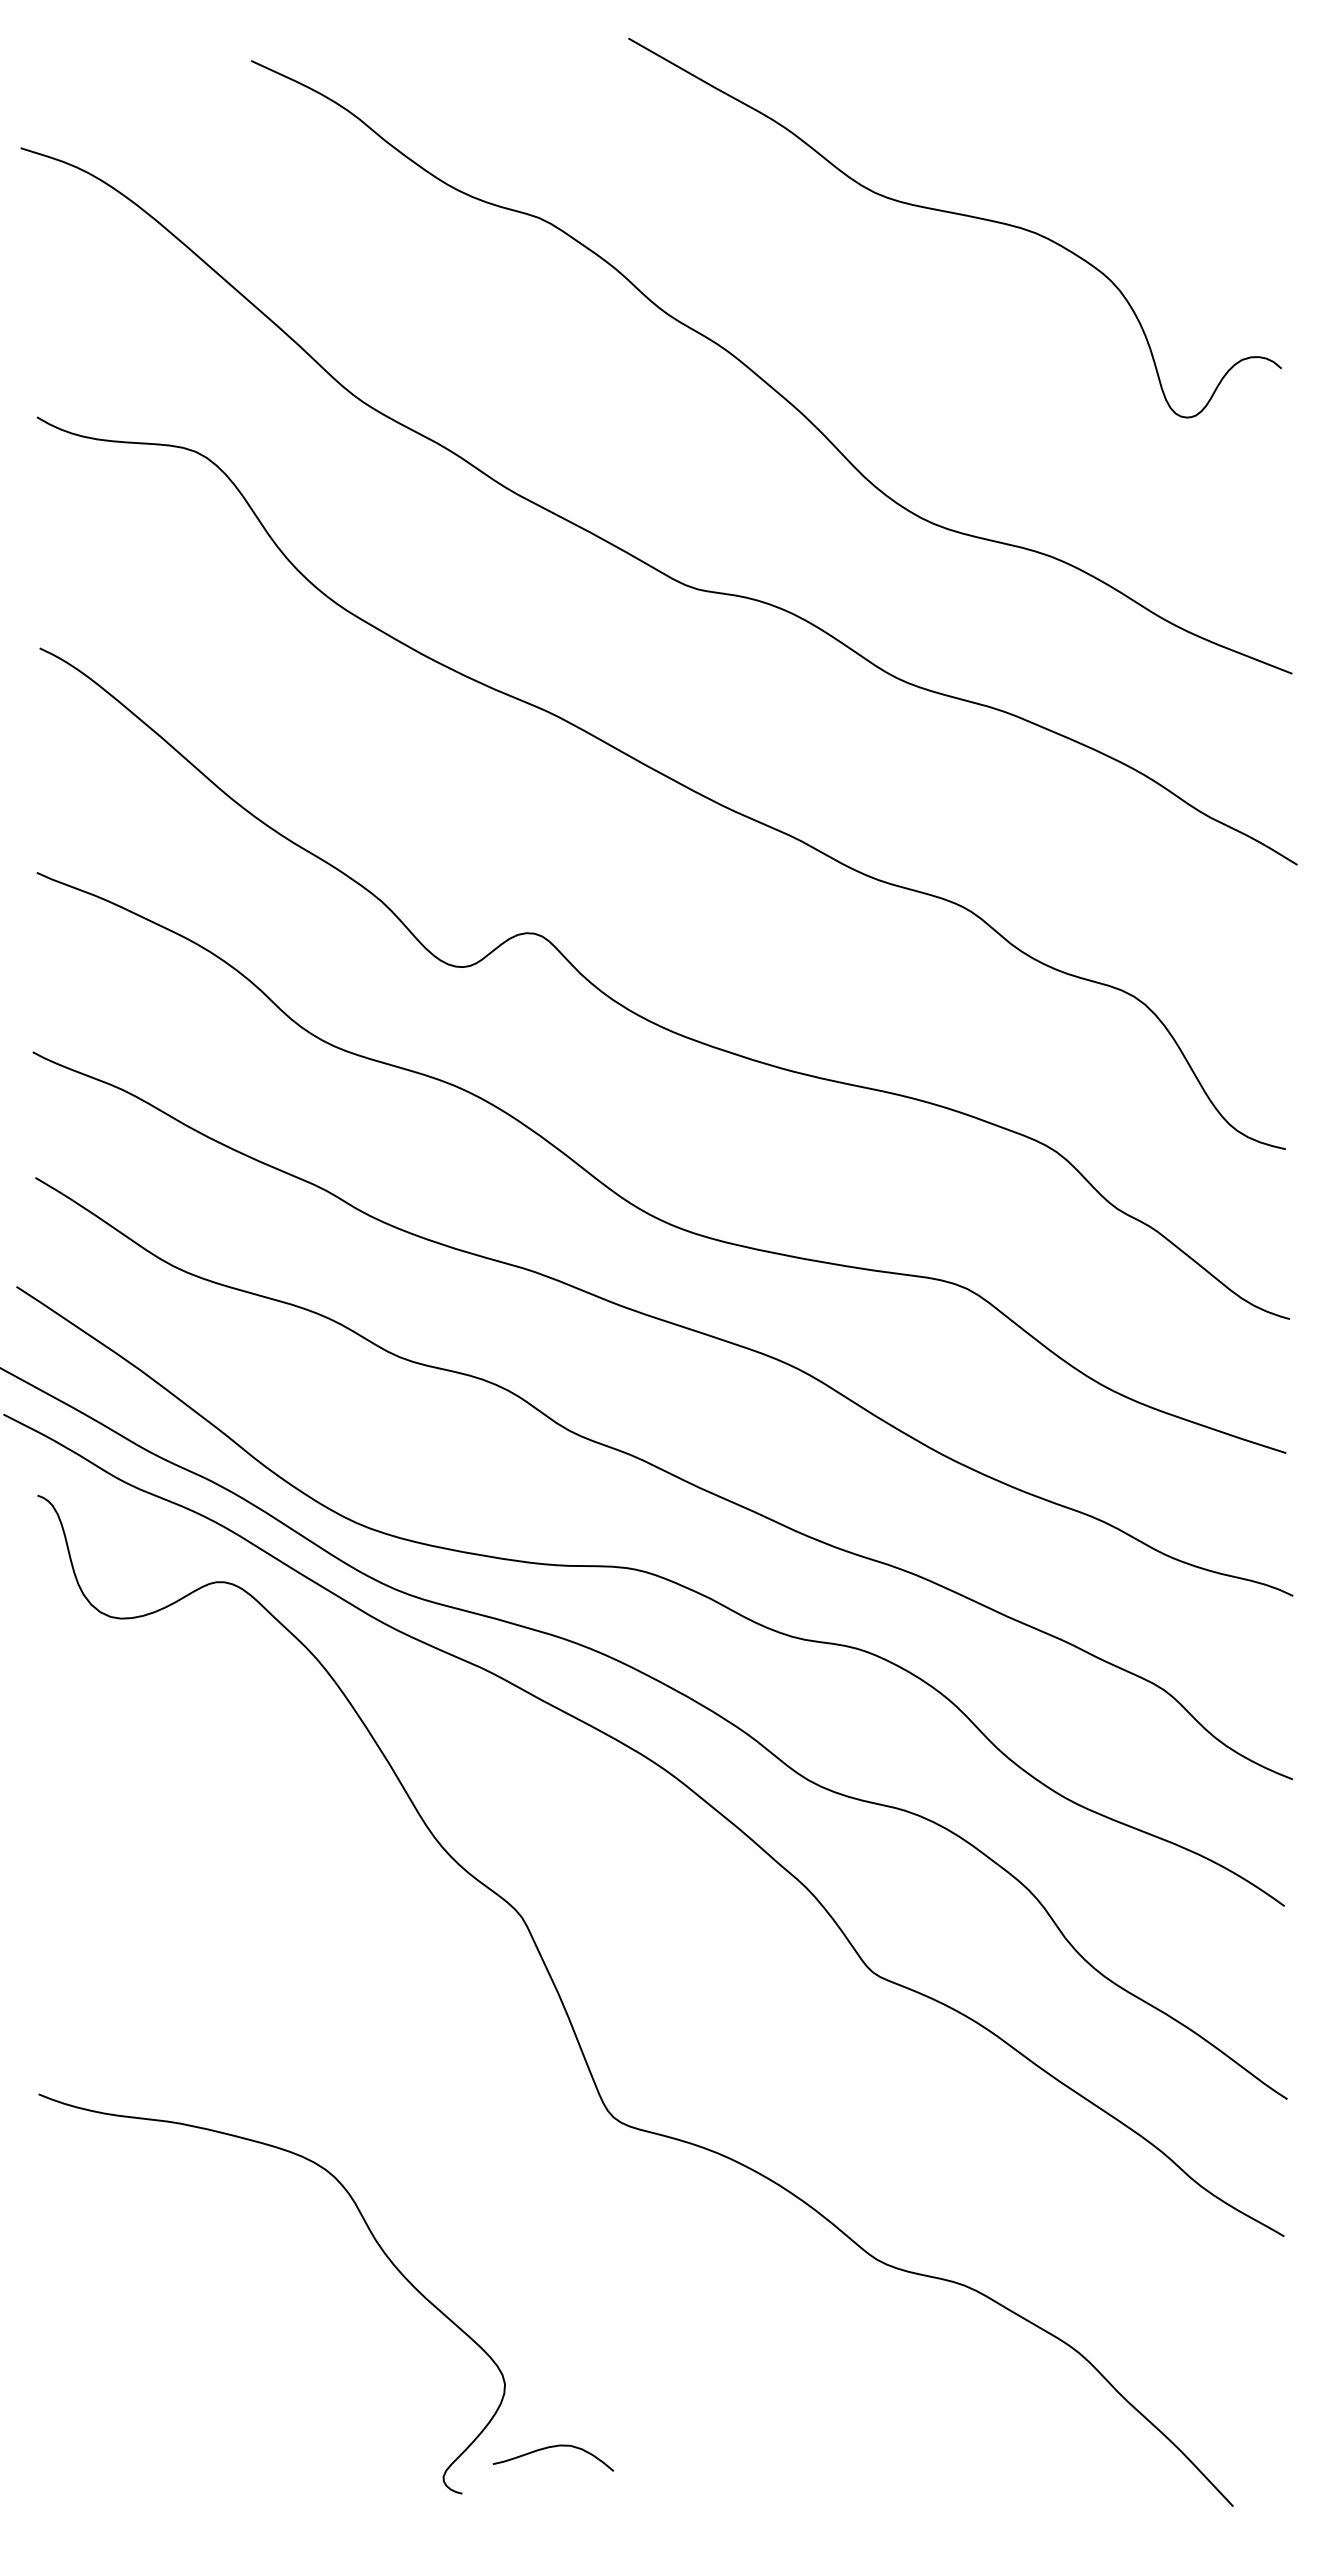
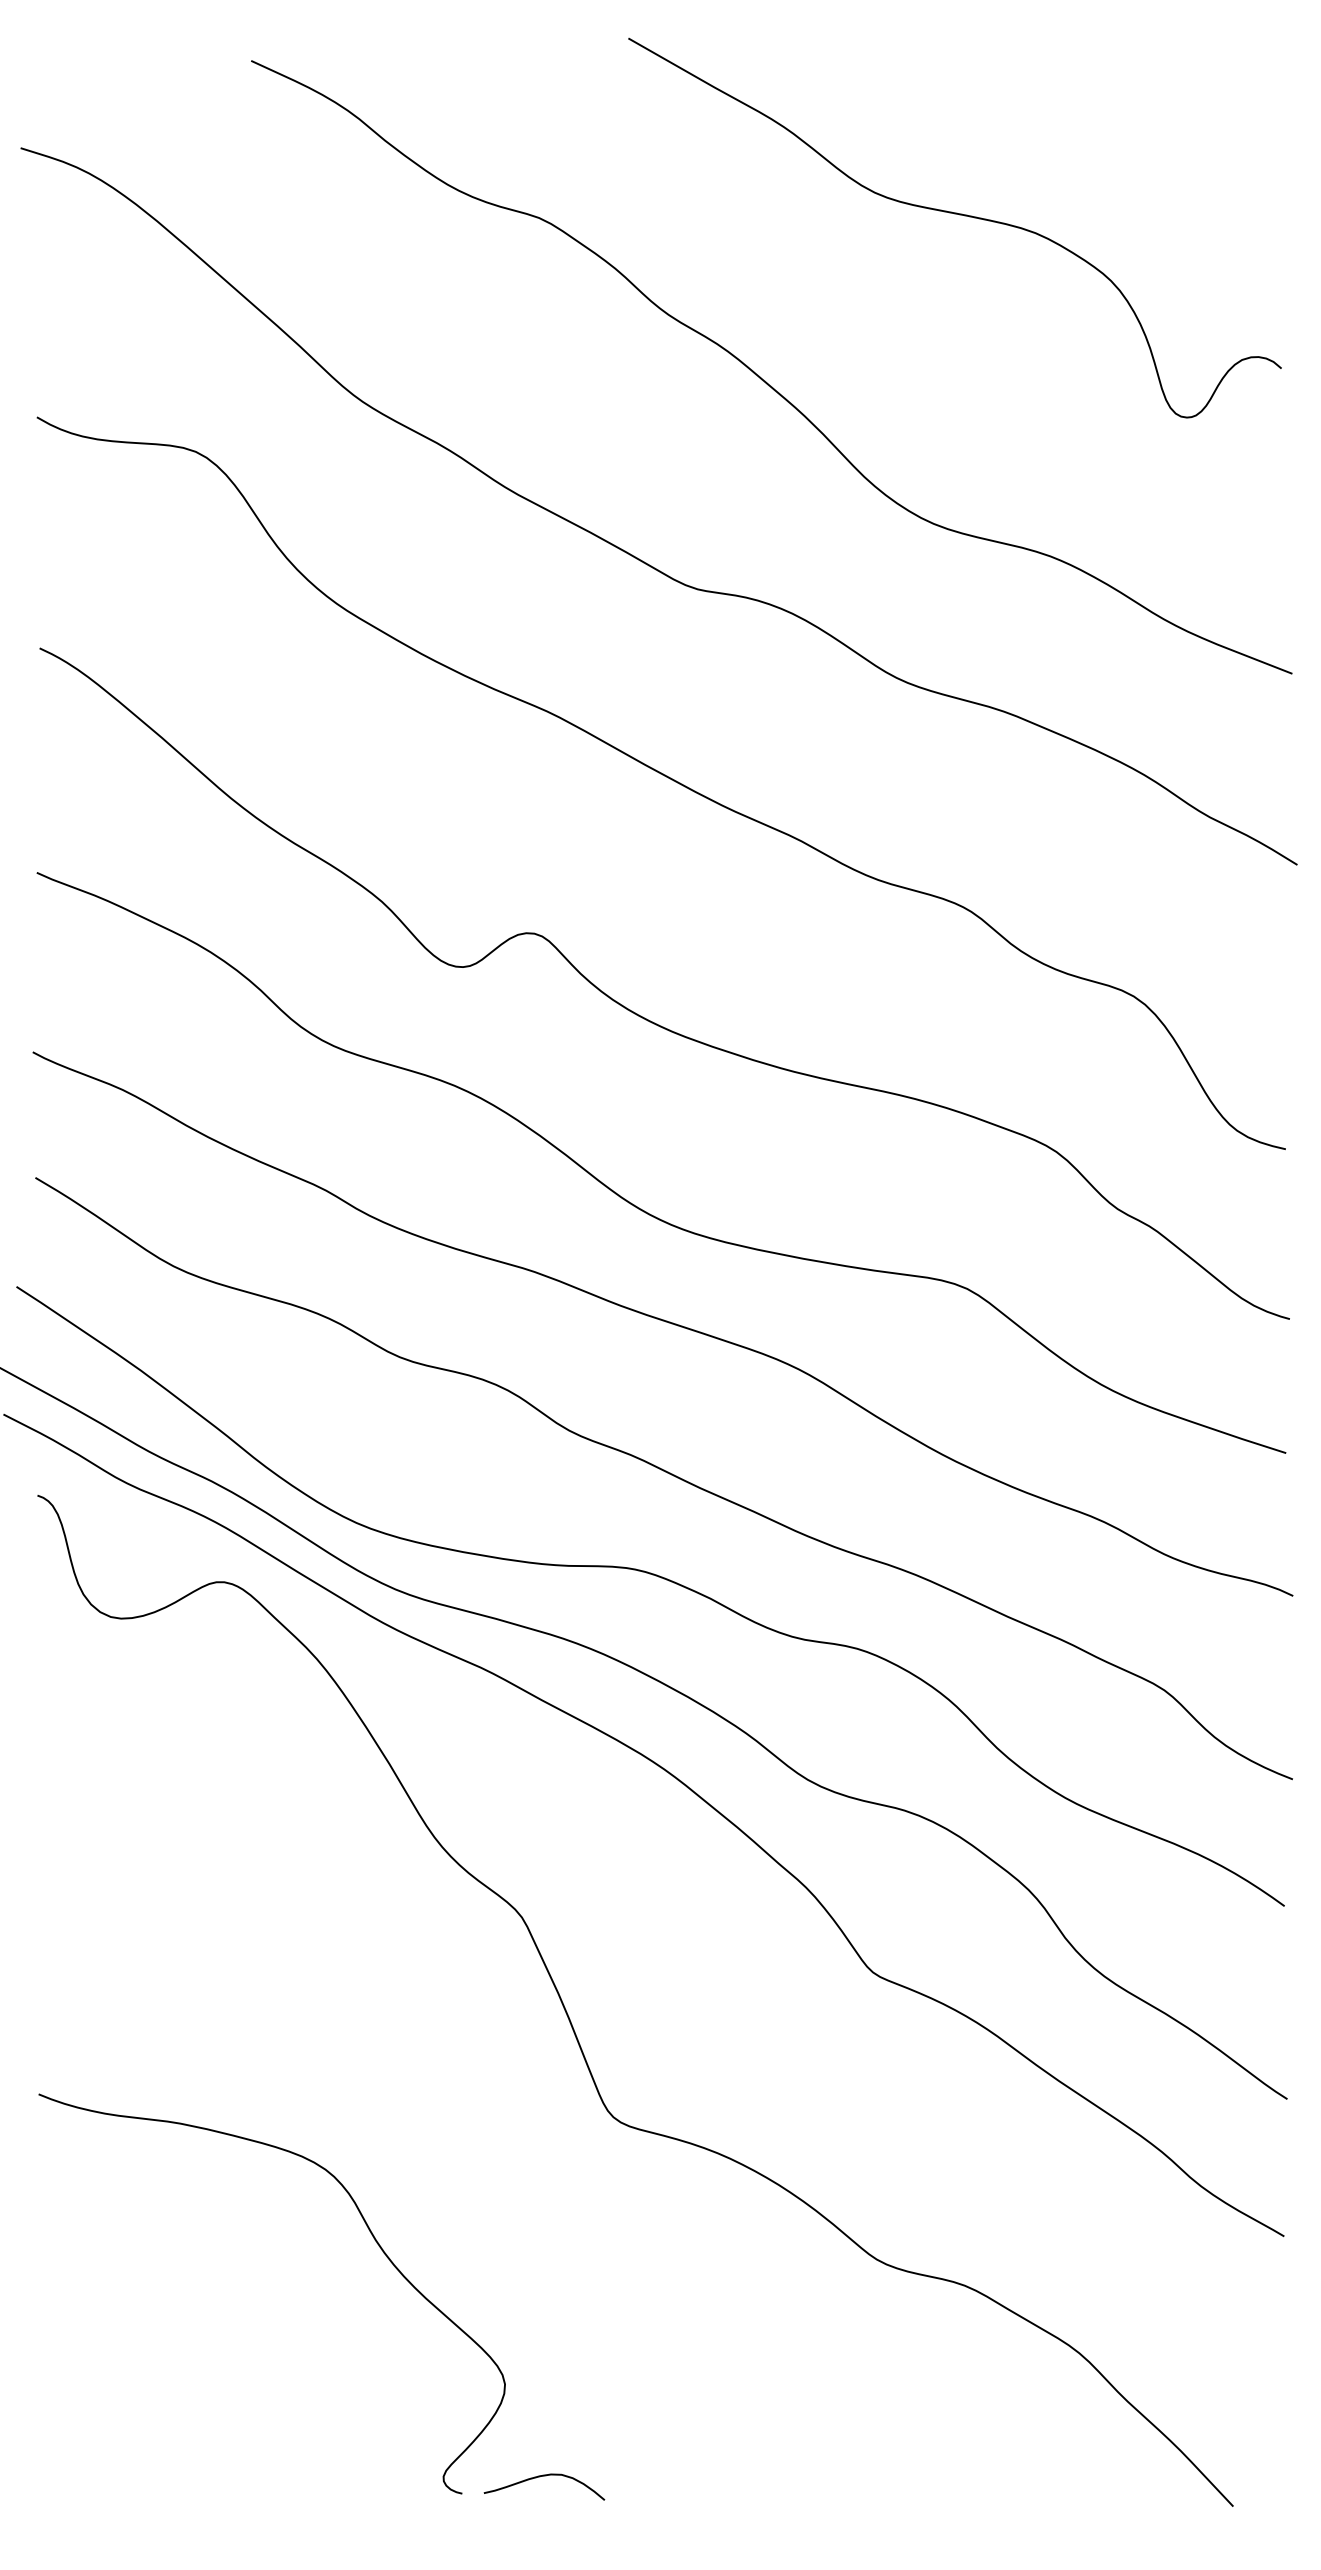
curve at (549, 2448) position: (549, 2448) -> (540, 2477)
